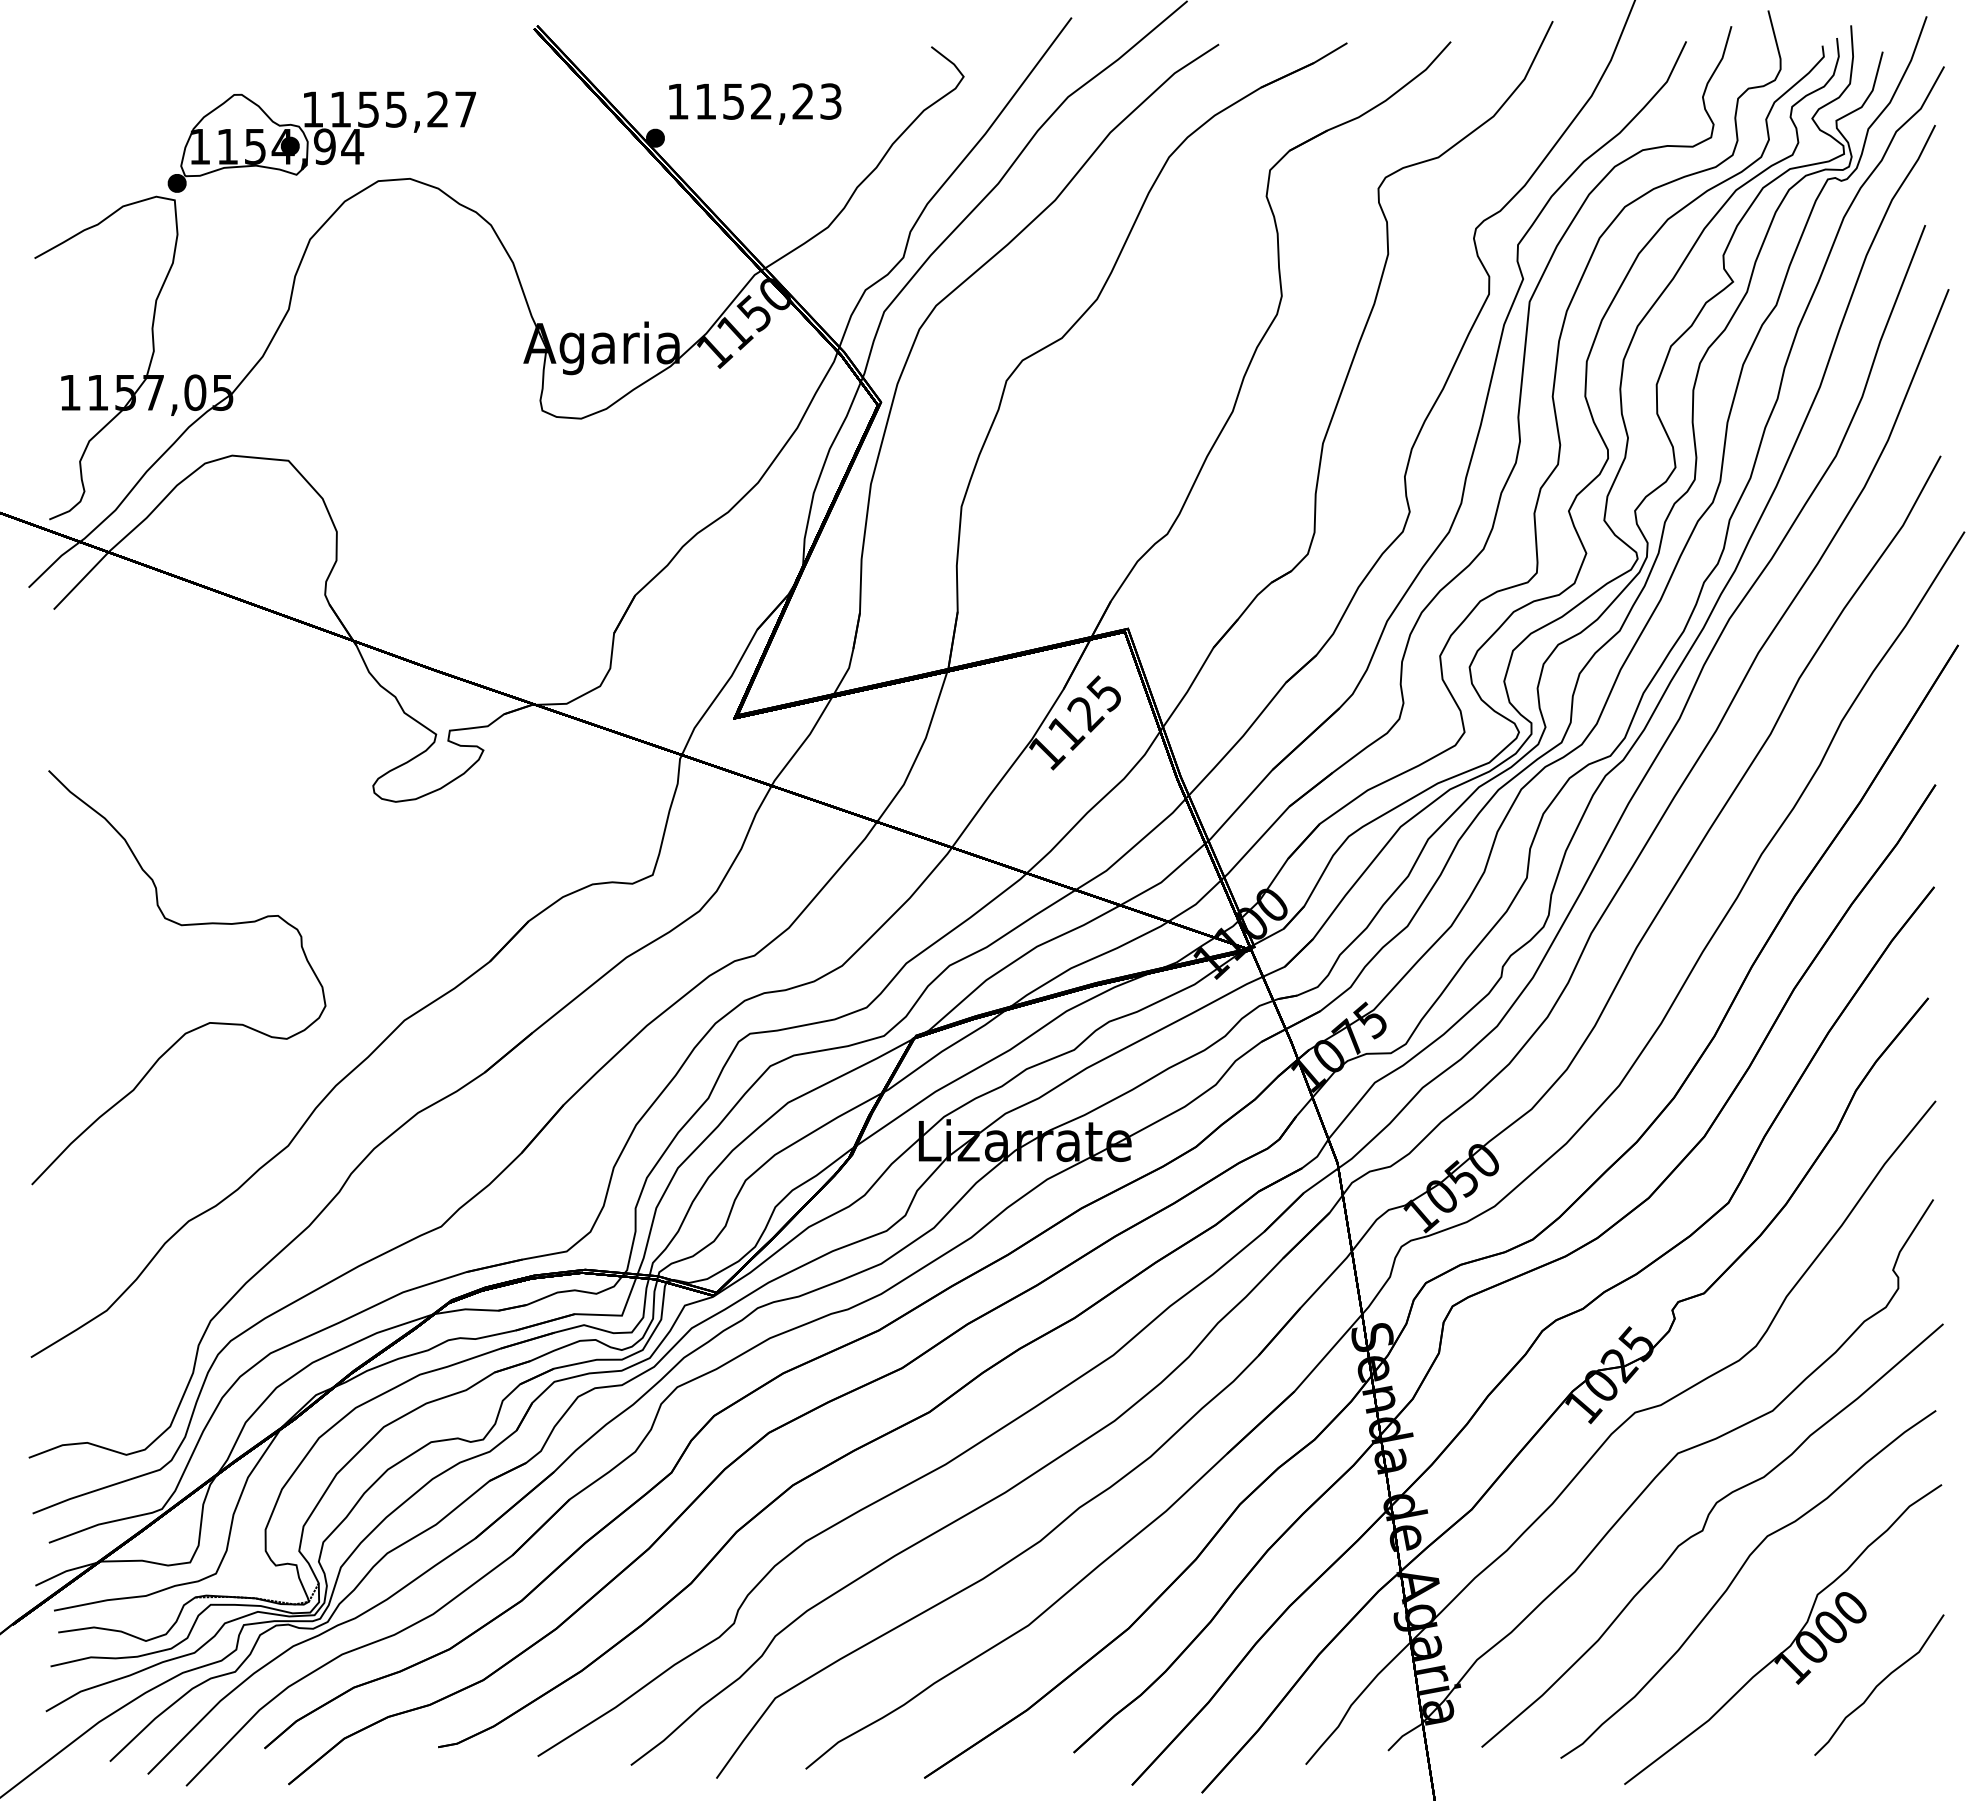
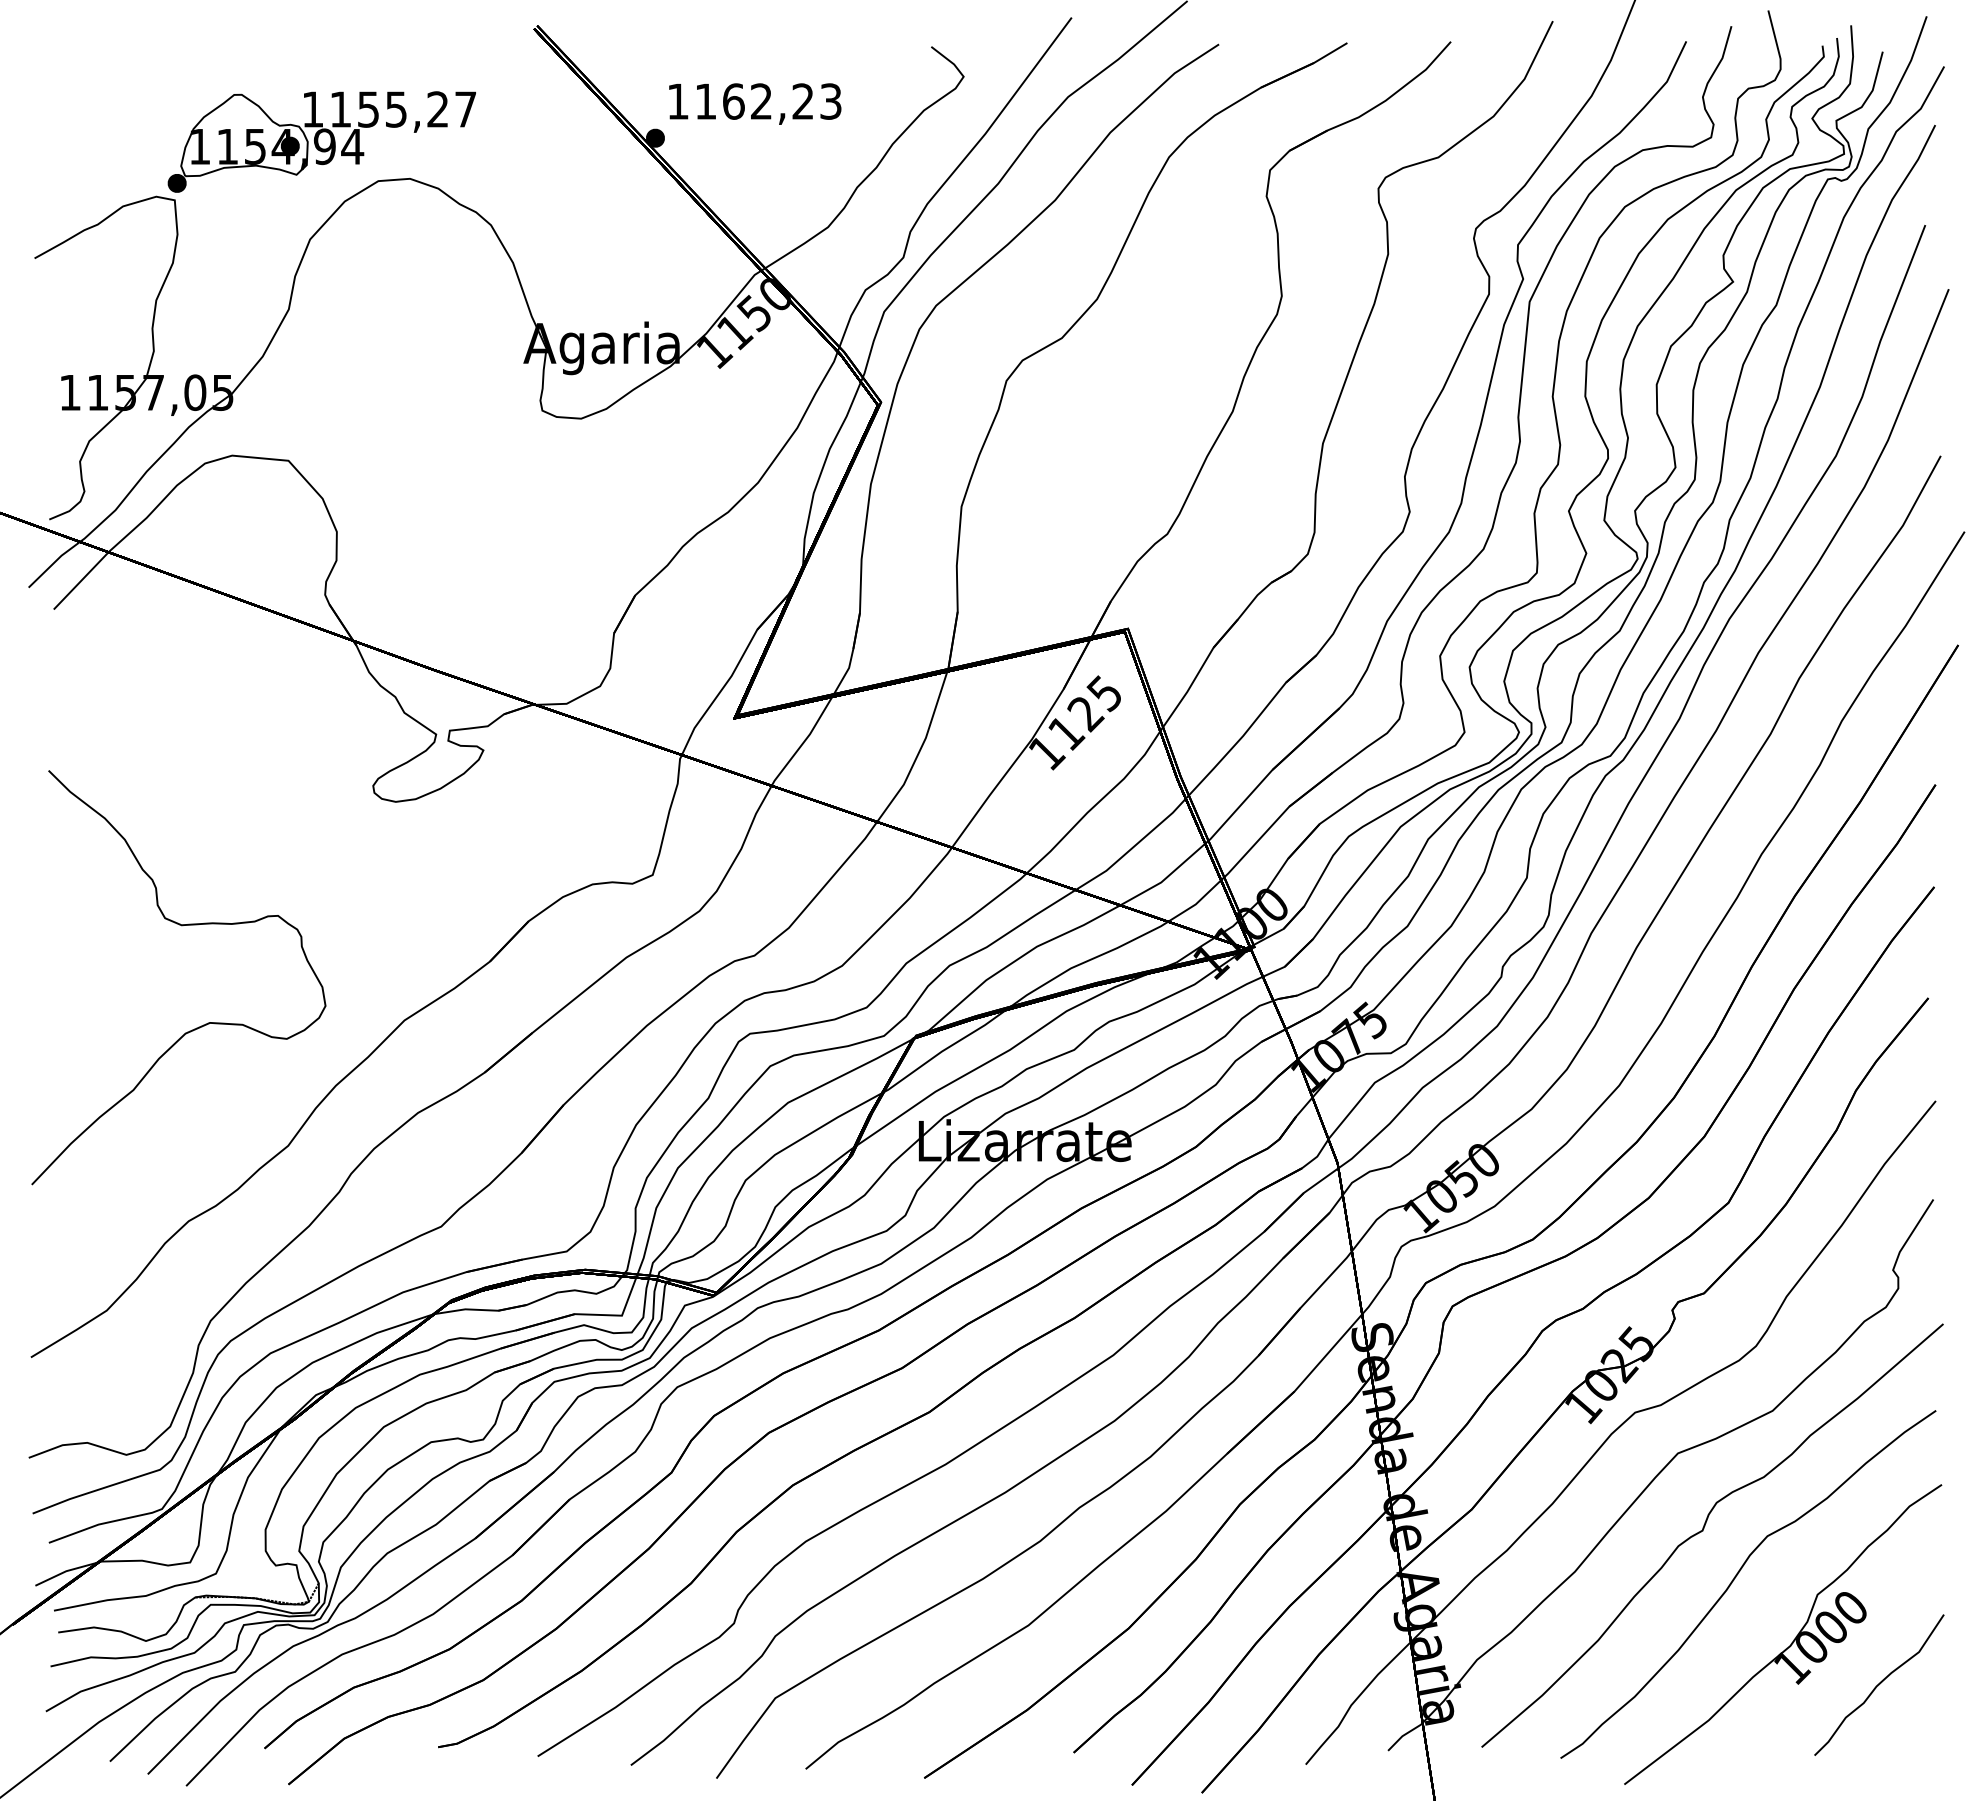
text at (733, 101): 1152,23 -> 1162,23
